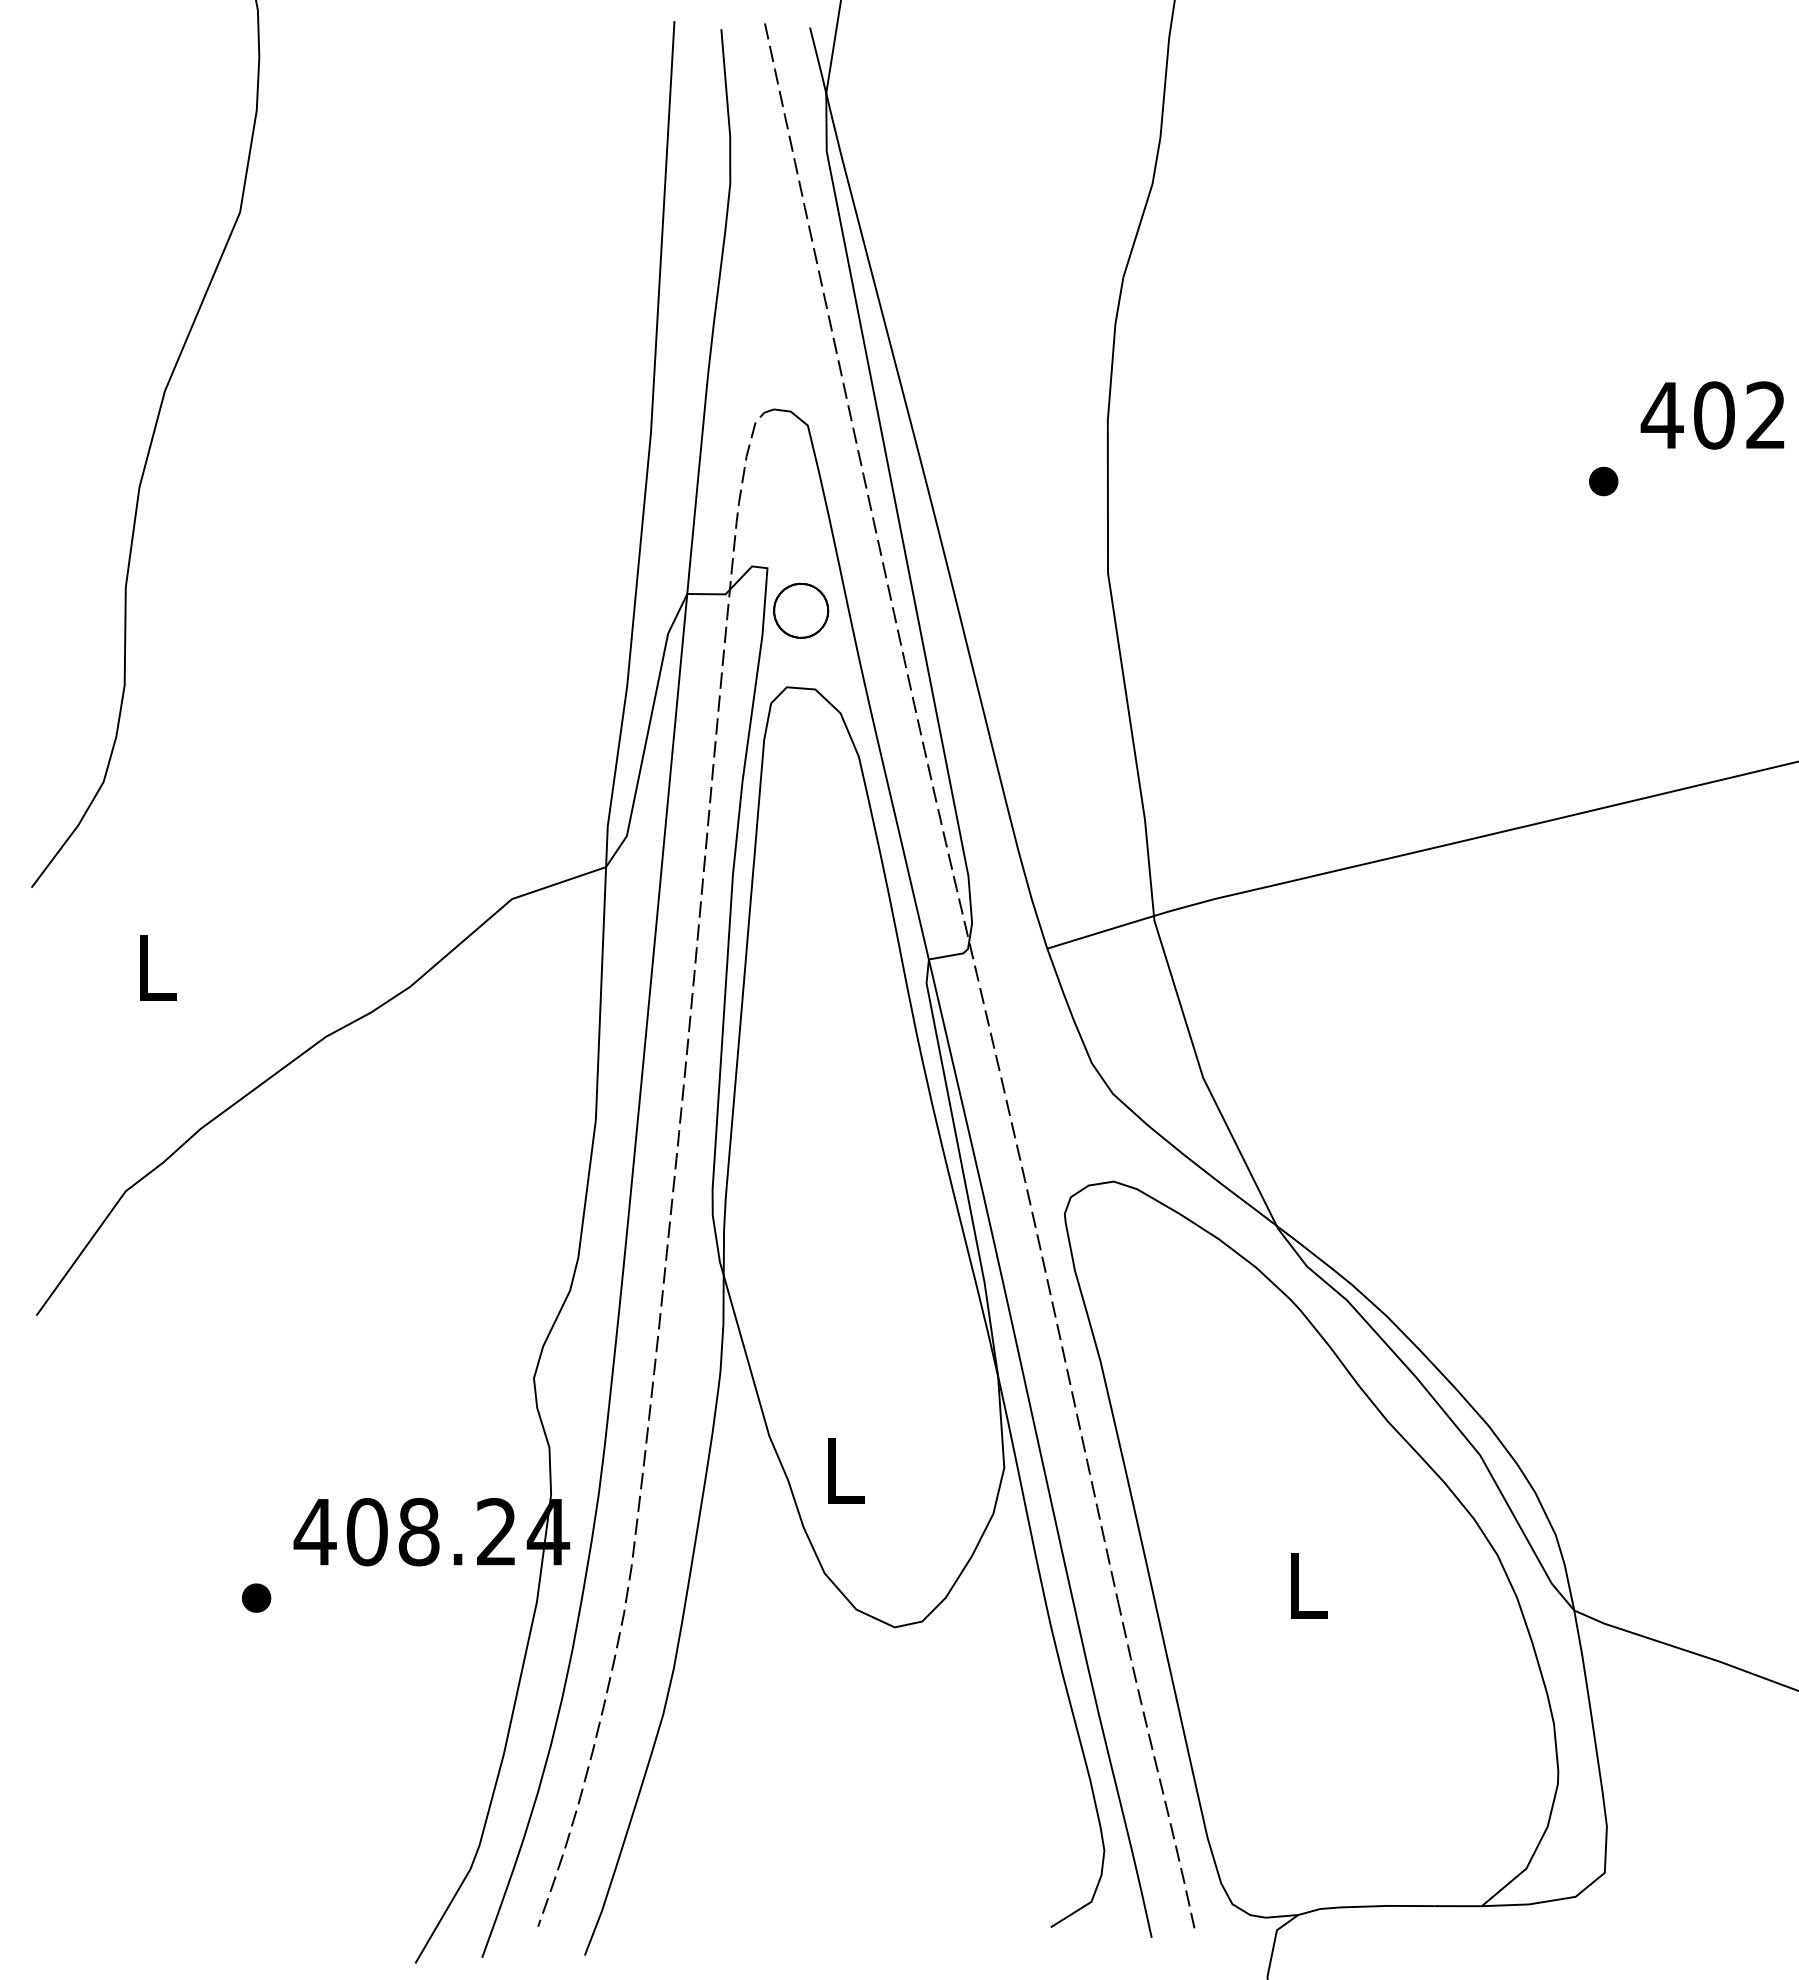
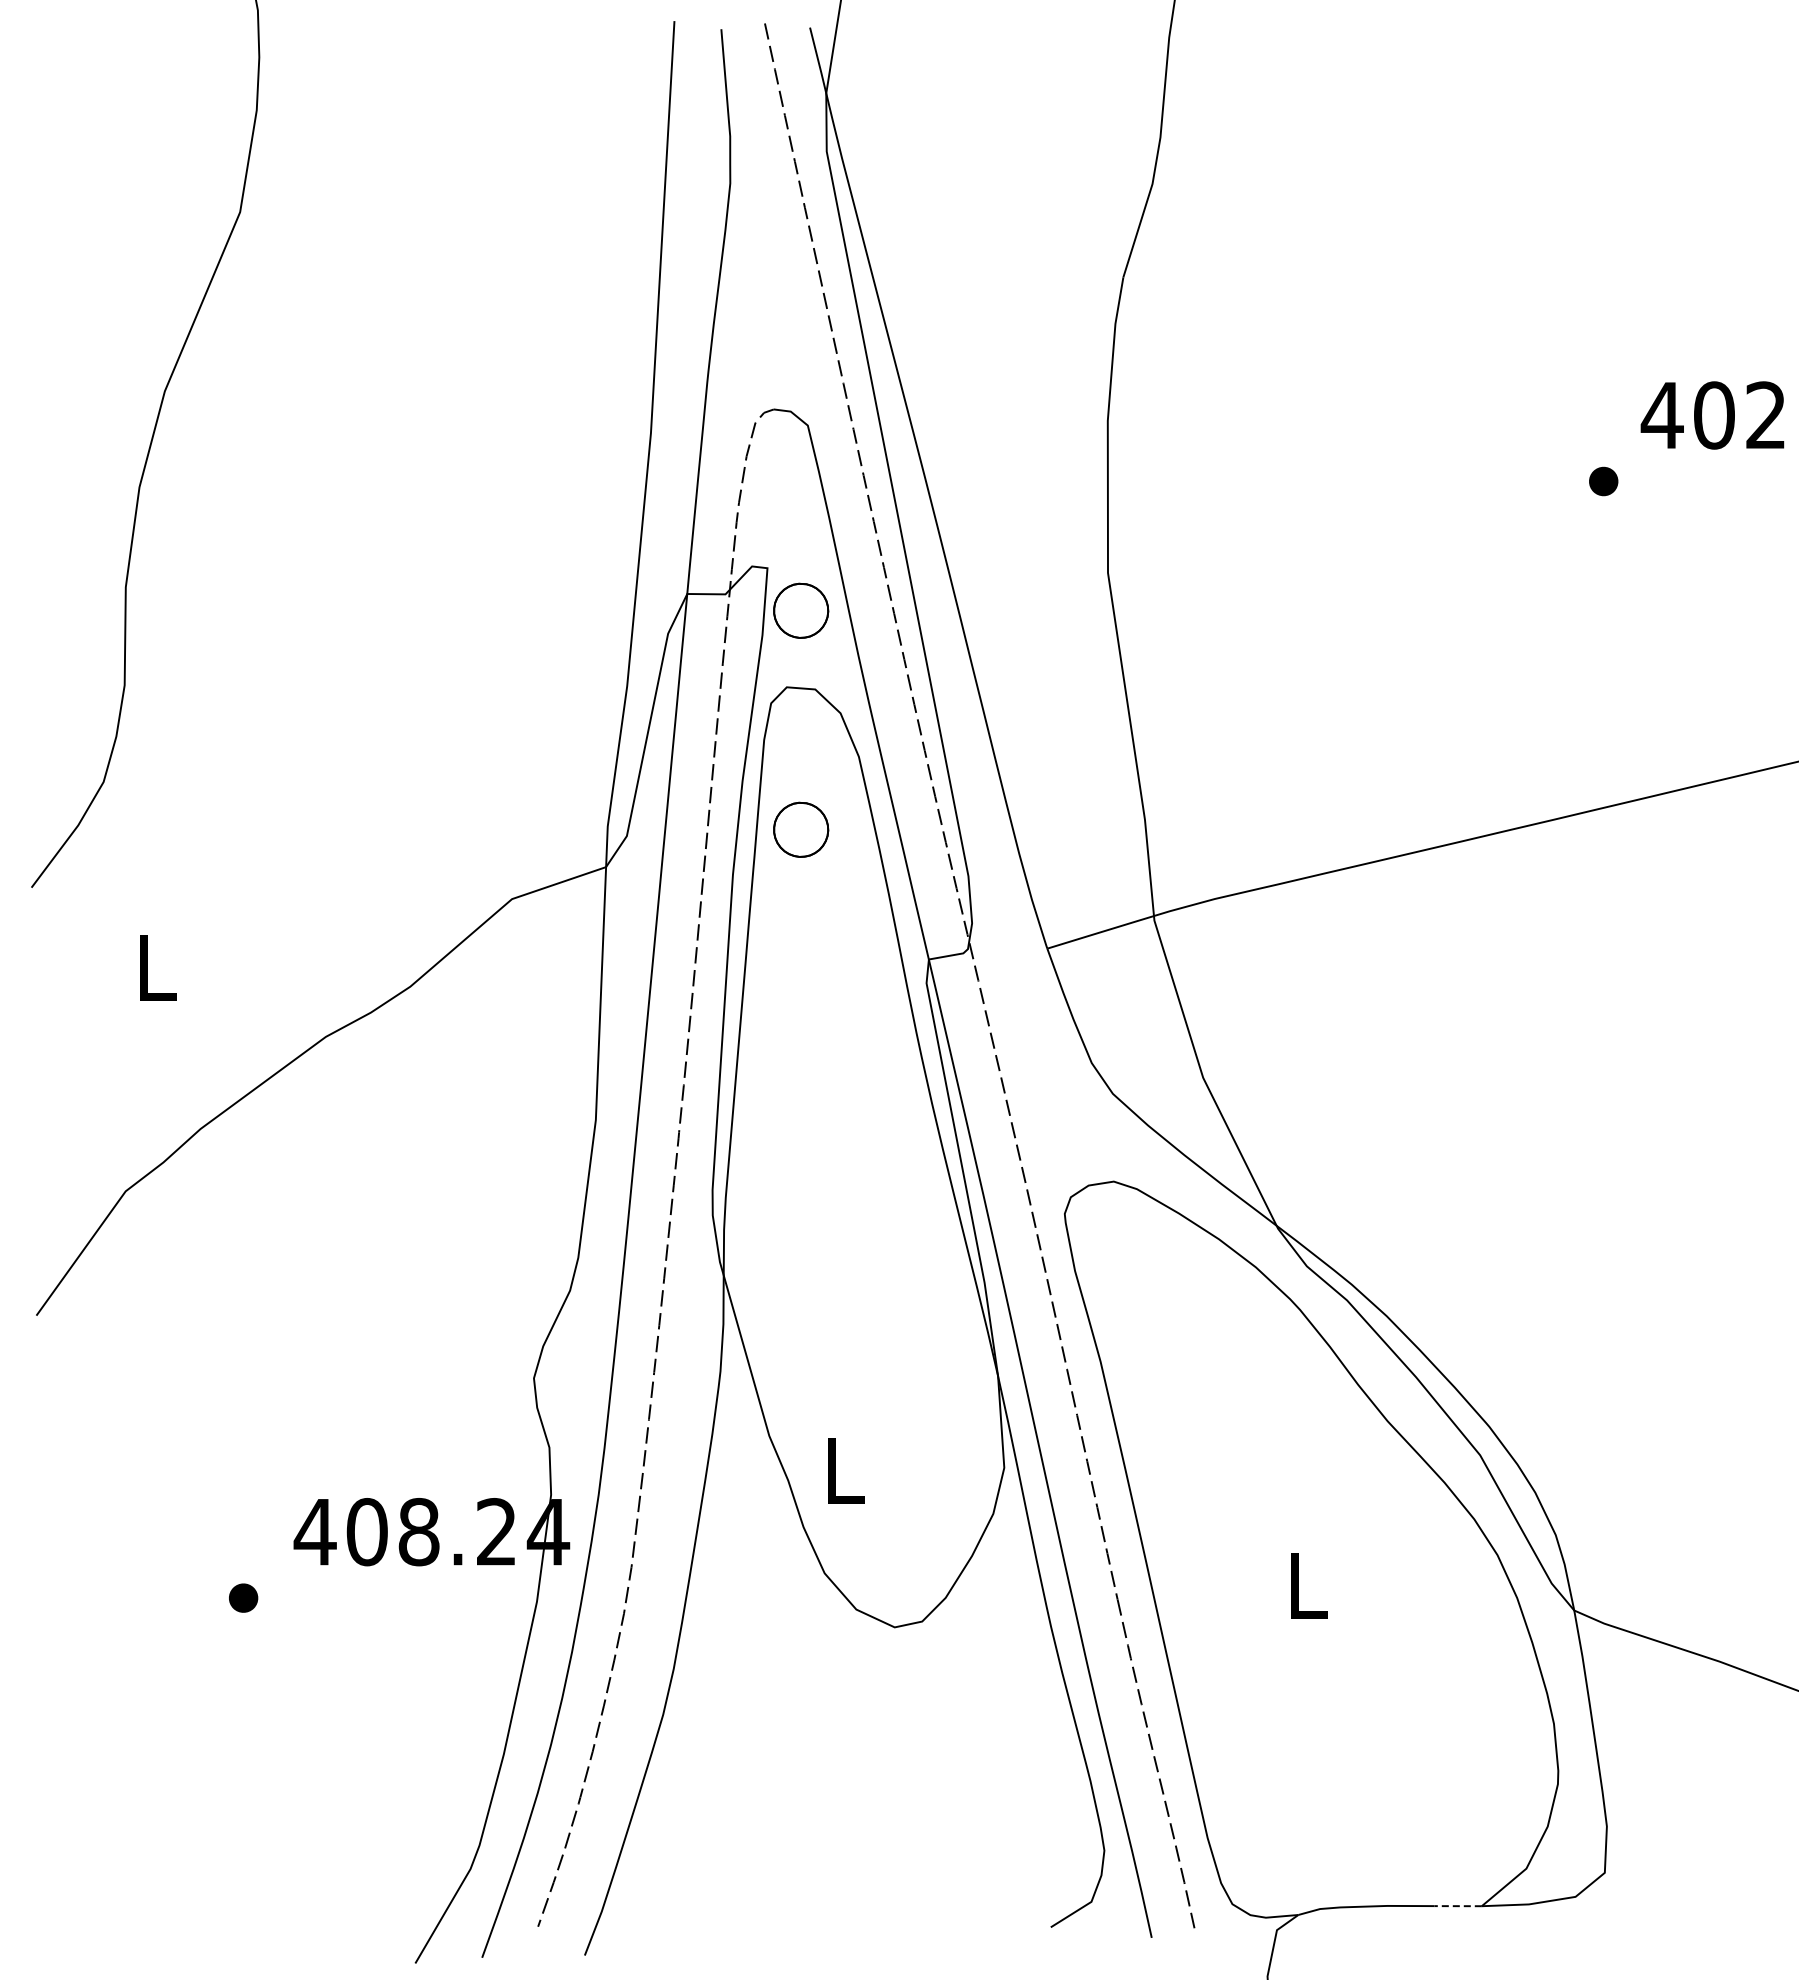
part at (801, 829): none -> present
part at (256, 1597) position: (256, 1597) -> (243, 1597)
line at (1458, 1906): solid -> dashed
